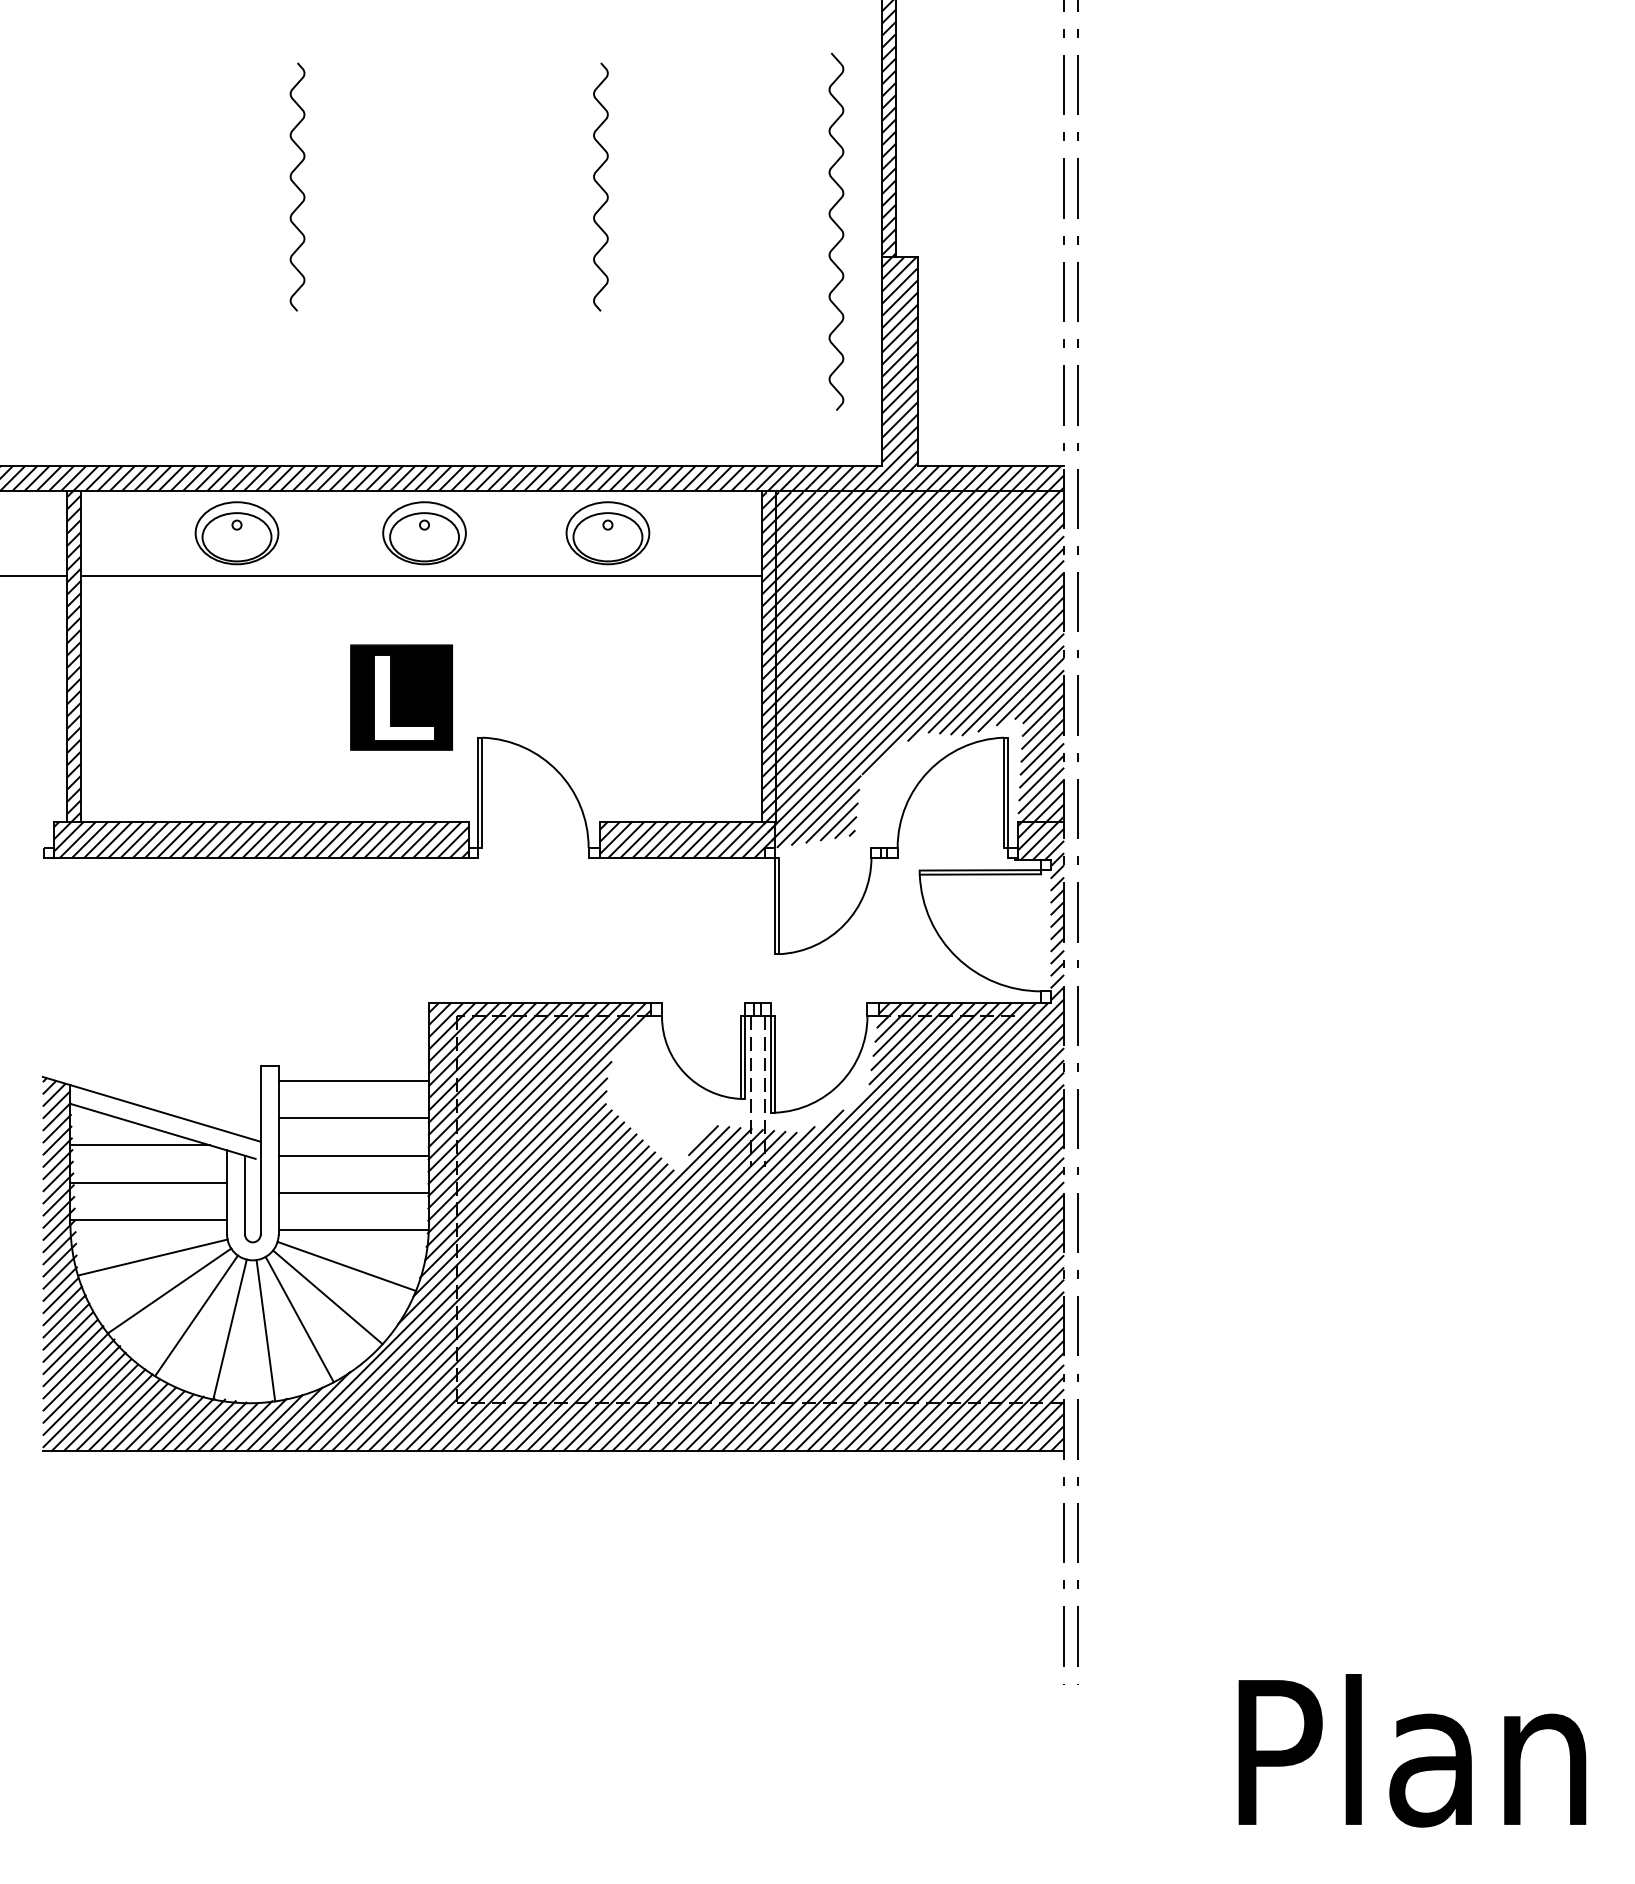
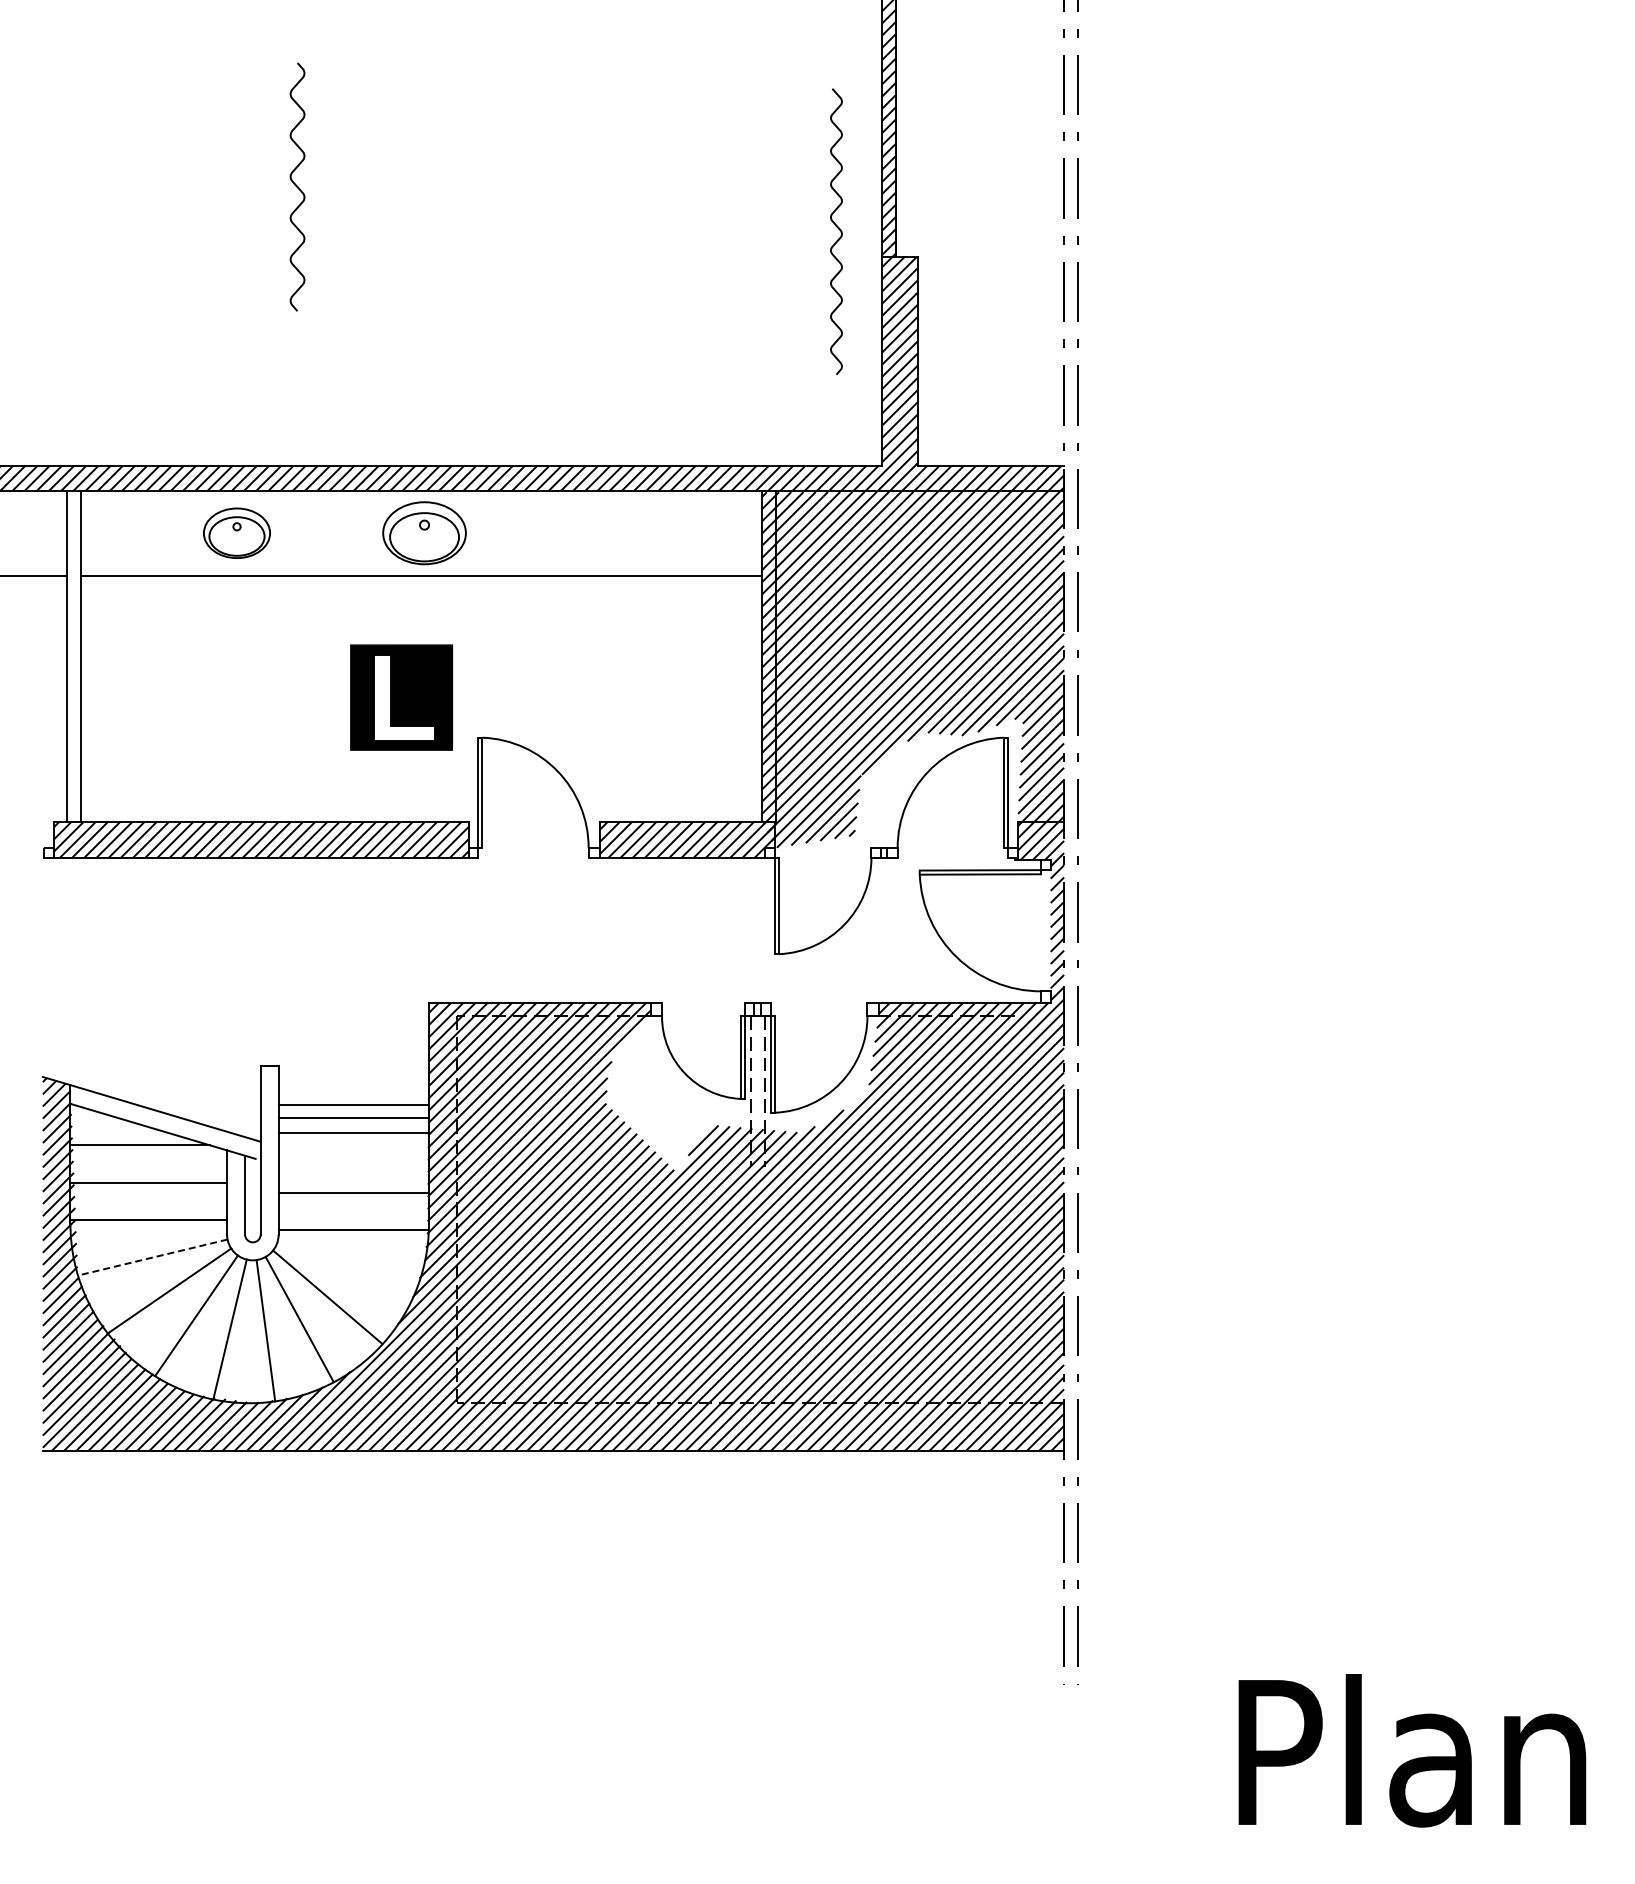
curve at (600, 186): present -> none
part at (836, 231) size: 17x359 px -> 13x287 px
part at (236, 533) size: 86x65 px -> 68x52 px
part at (607, 533): present -> none
hatch at (74, 655): present -> none
line at (352, 1081) position: (352, 1081) -> (352, 1105)
line at (352, 1155) position: (352, 1155) -> (352, 1132)
line at (152, 1257): solid -> dashed
line at (346, 1265): present -> none
